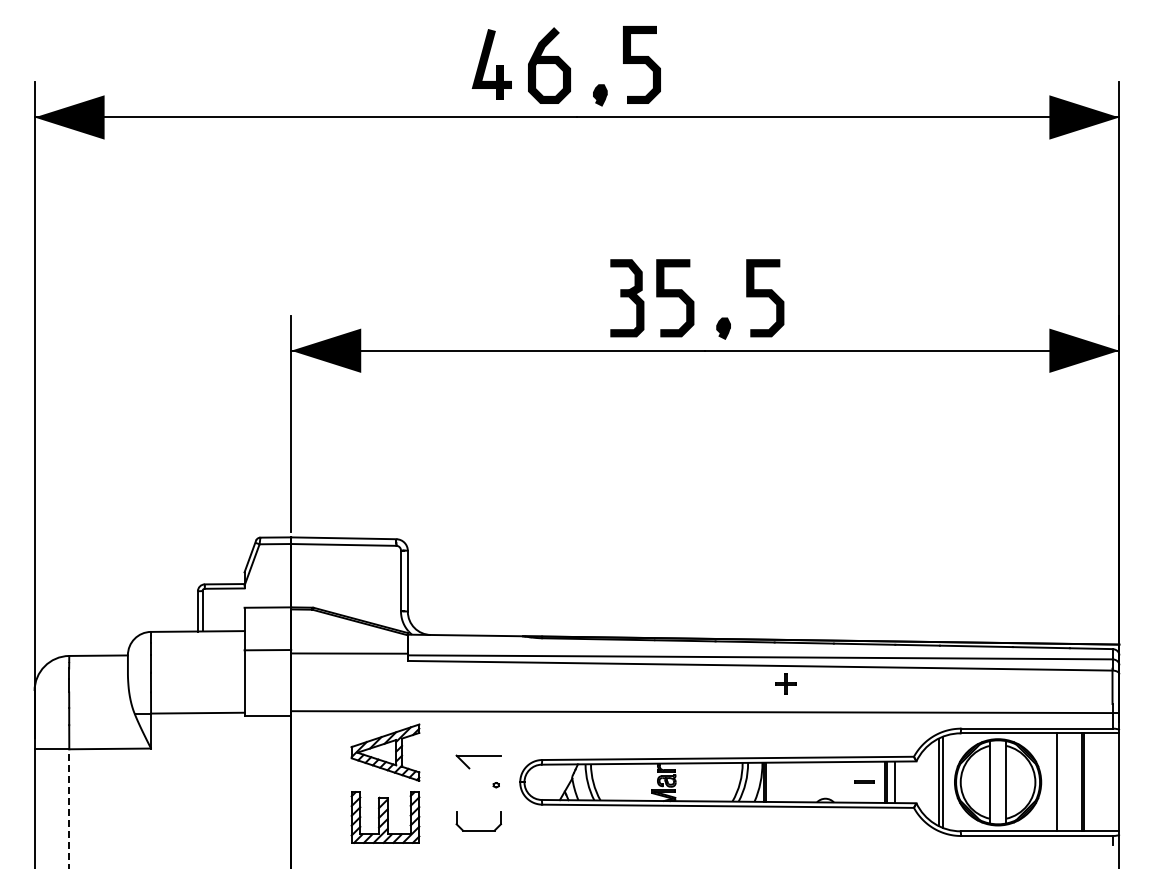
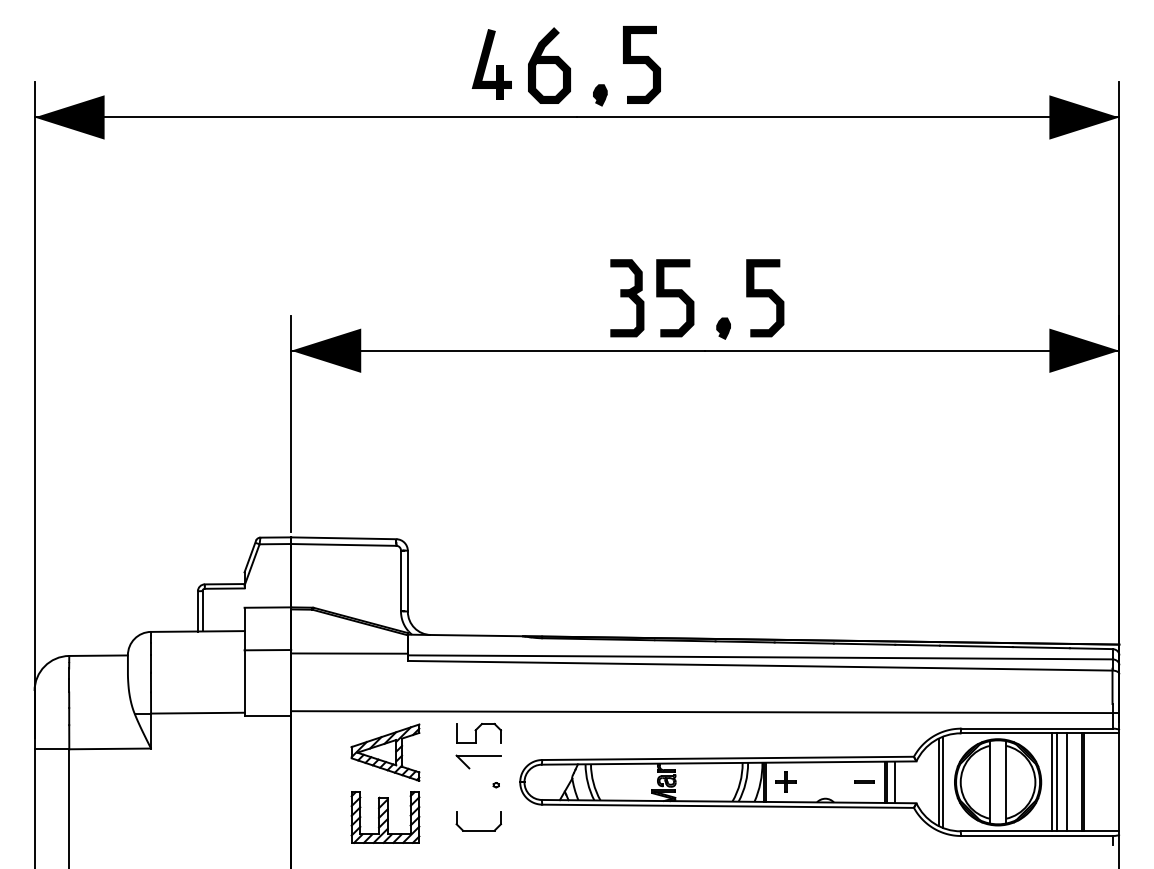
part at (785, 683) position: (785, 683) -> (785, 781)
part at (478, 733): none -> present
line at (1052, 782): none -> present
line at (1066, 782): none -> present
line at (69, 808): dashed -> solid
